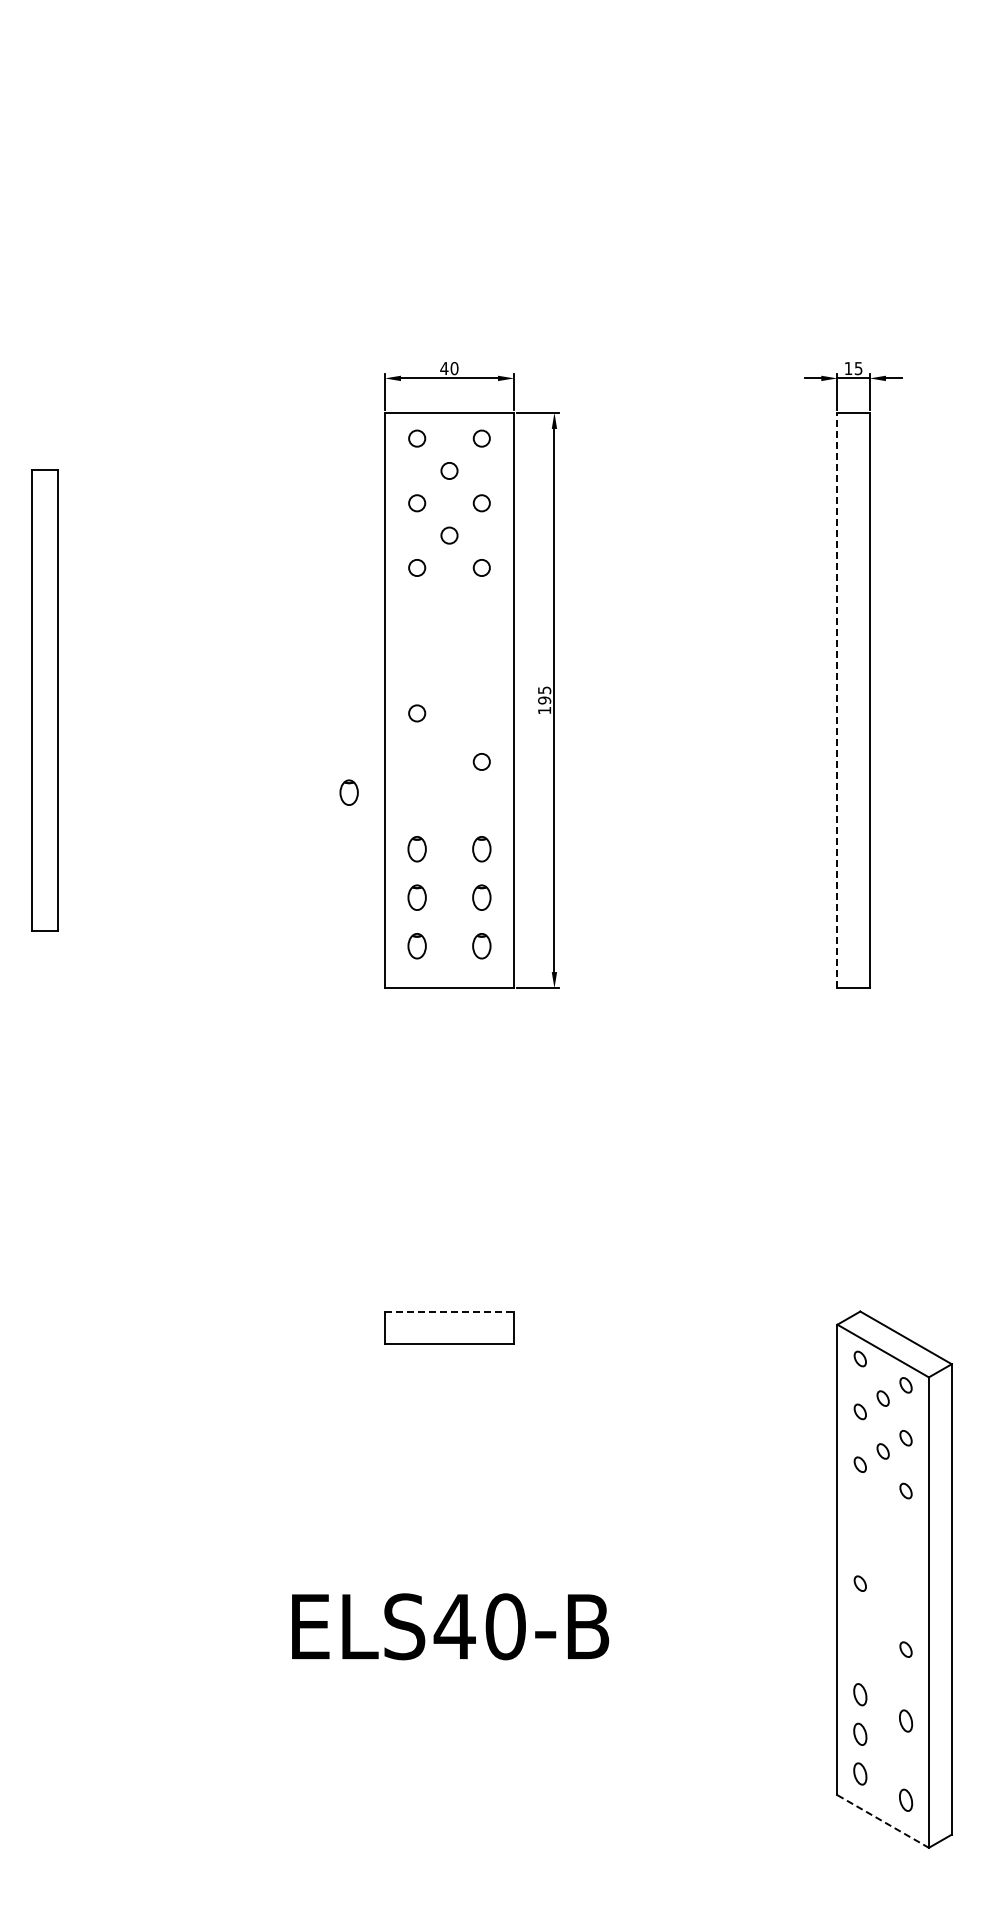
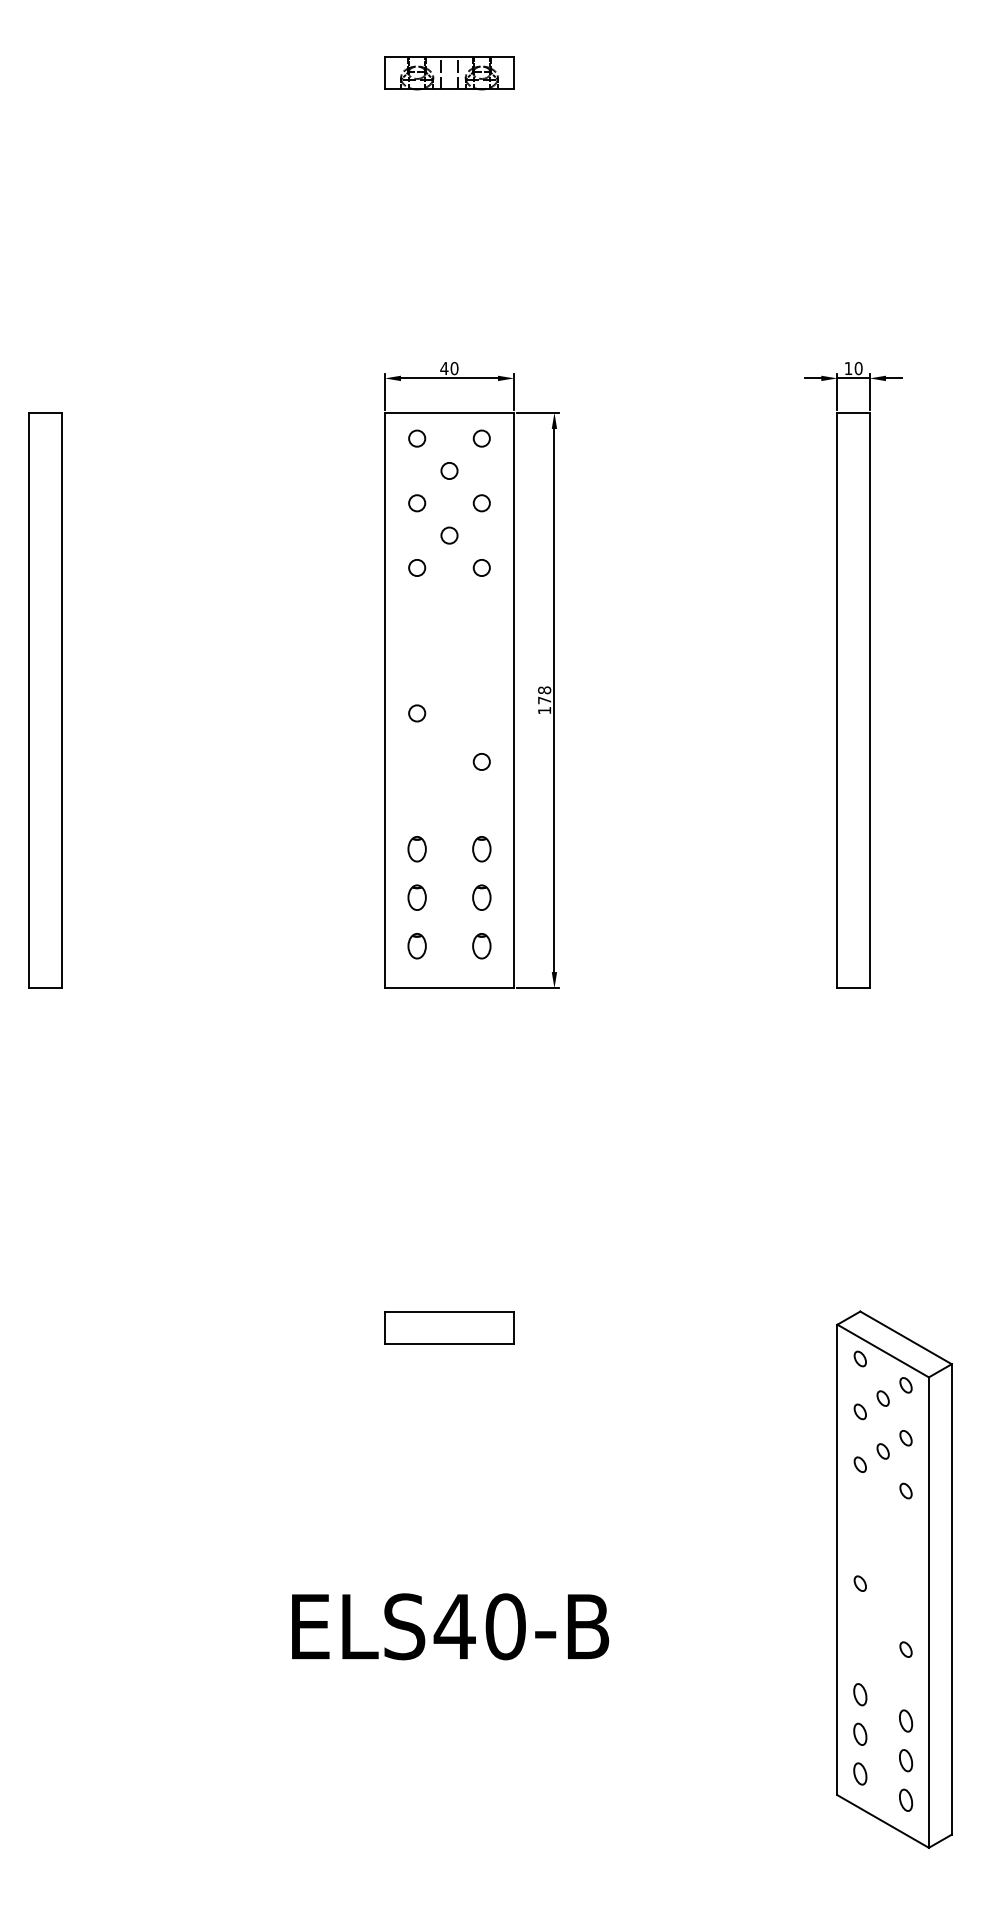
part at (449, 73): none -> present
text at (858, 368): 15 -> 10
text at (544, 695): 195 -> 178
part at (44, 700) size: 28x463 px -> 35x577 px
line at (837, 700): dashed -> solid
part at (348, 792): present -> none
line at (449, 1311): dashed -> solid
part at (906, 1760): none -> present
line at (883, 1821): dashed -> solid
